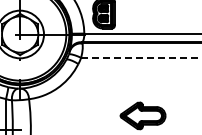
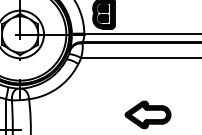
line at (142, 57): dashed -> solid
part at (142, 115) position: (142, 115) -> (147, 114)
